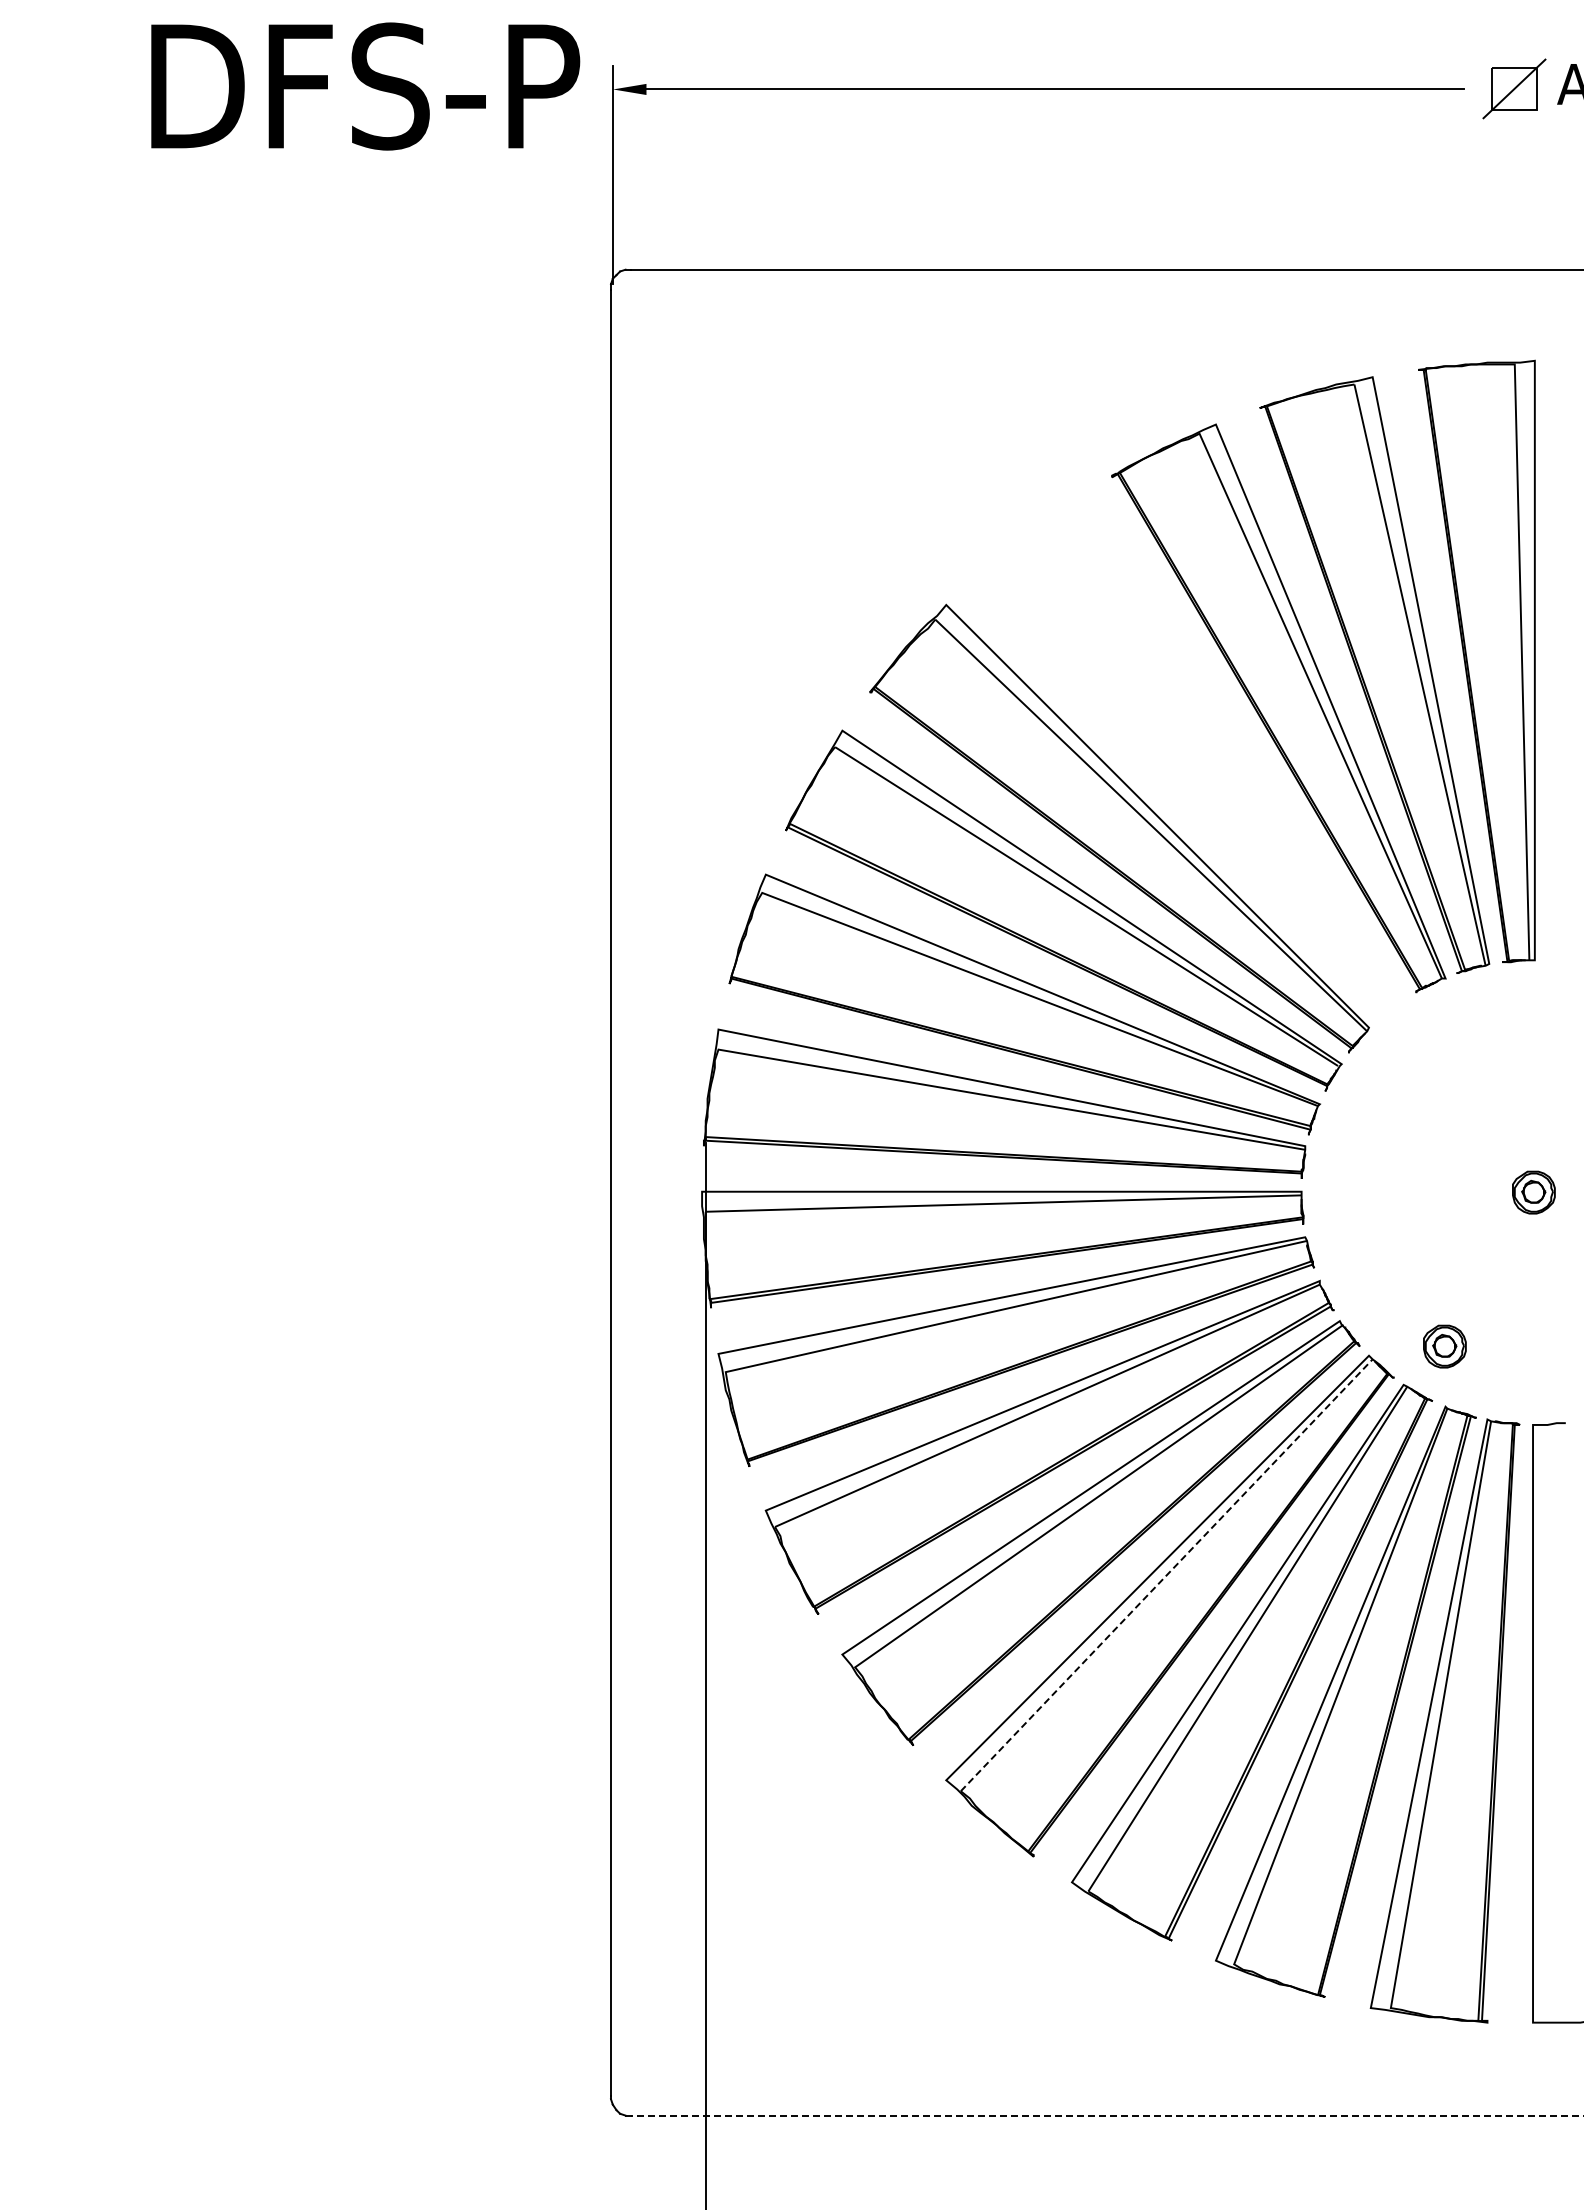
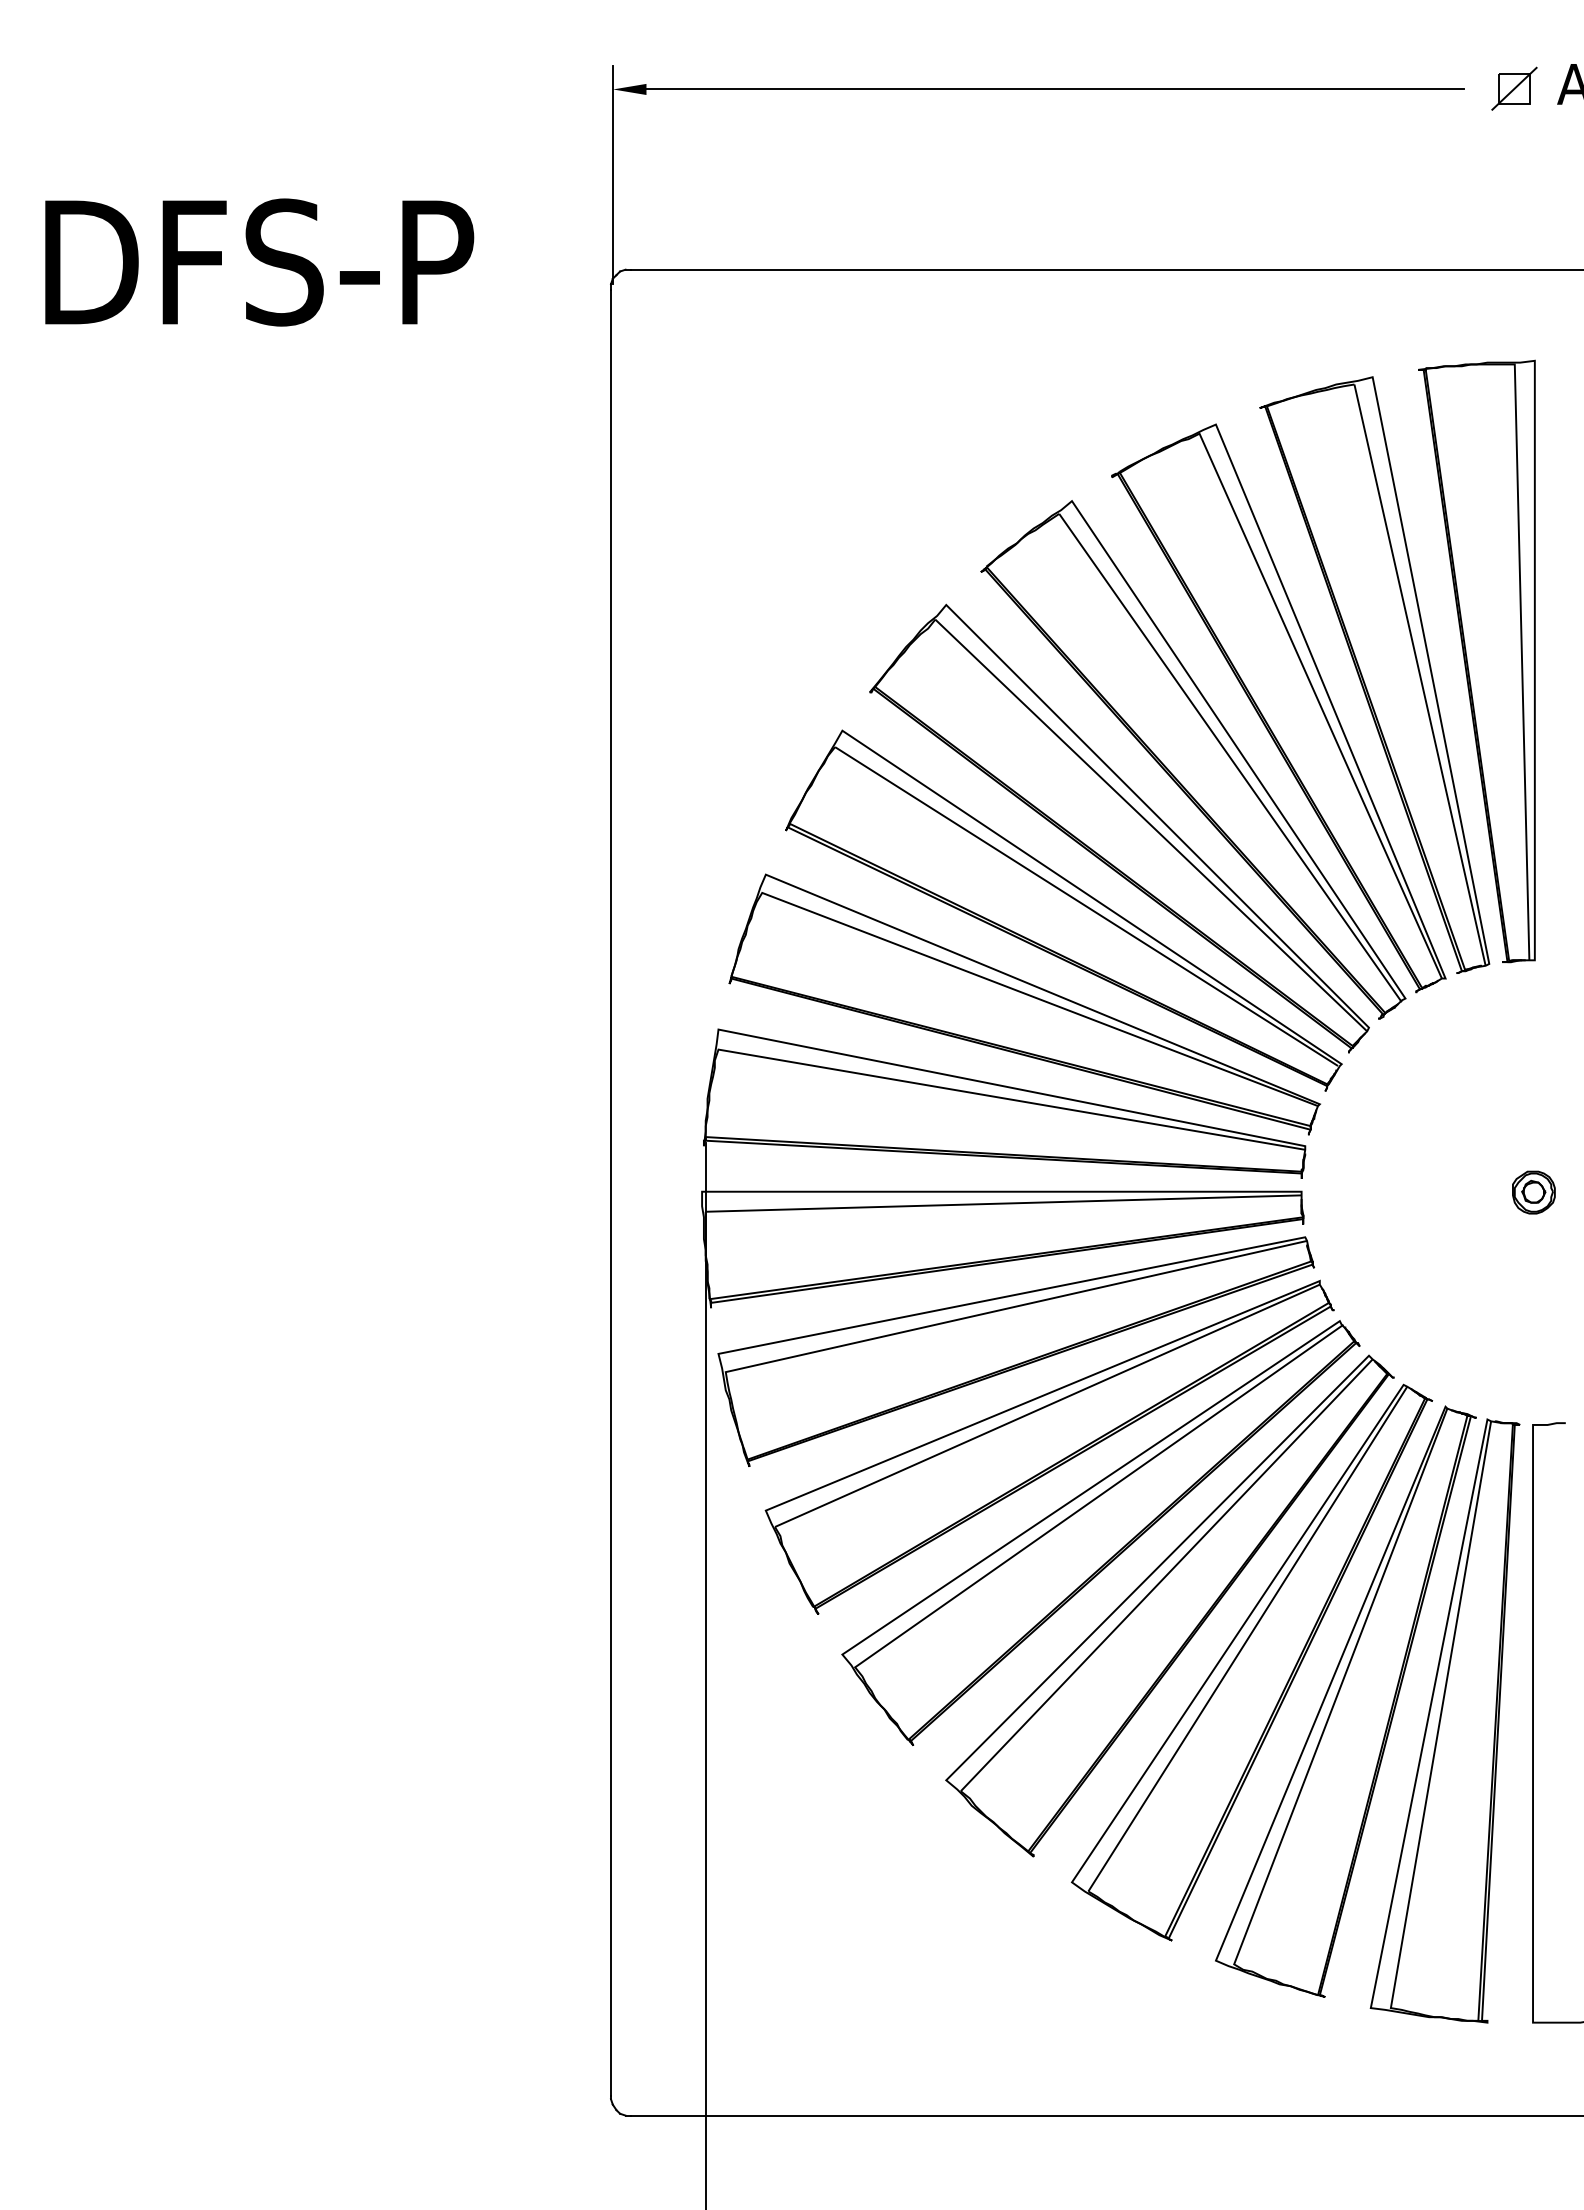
text at (365, 86) position: (365, 86) -> (259, 262)
part at (1514, 88) size: 65x62 px -> 47x45 px
part at (1193, 759): none -> present
part at (1444, 1346): present -> none
line at (1167, 1574): dashed -> solid
line at (1106, 2115): dashed -> solid
